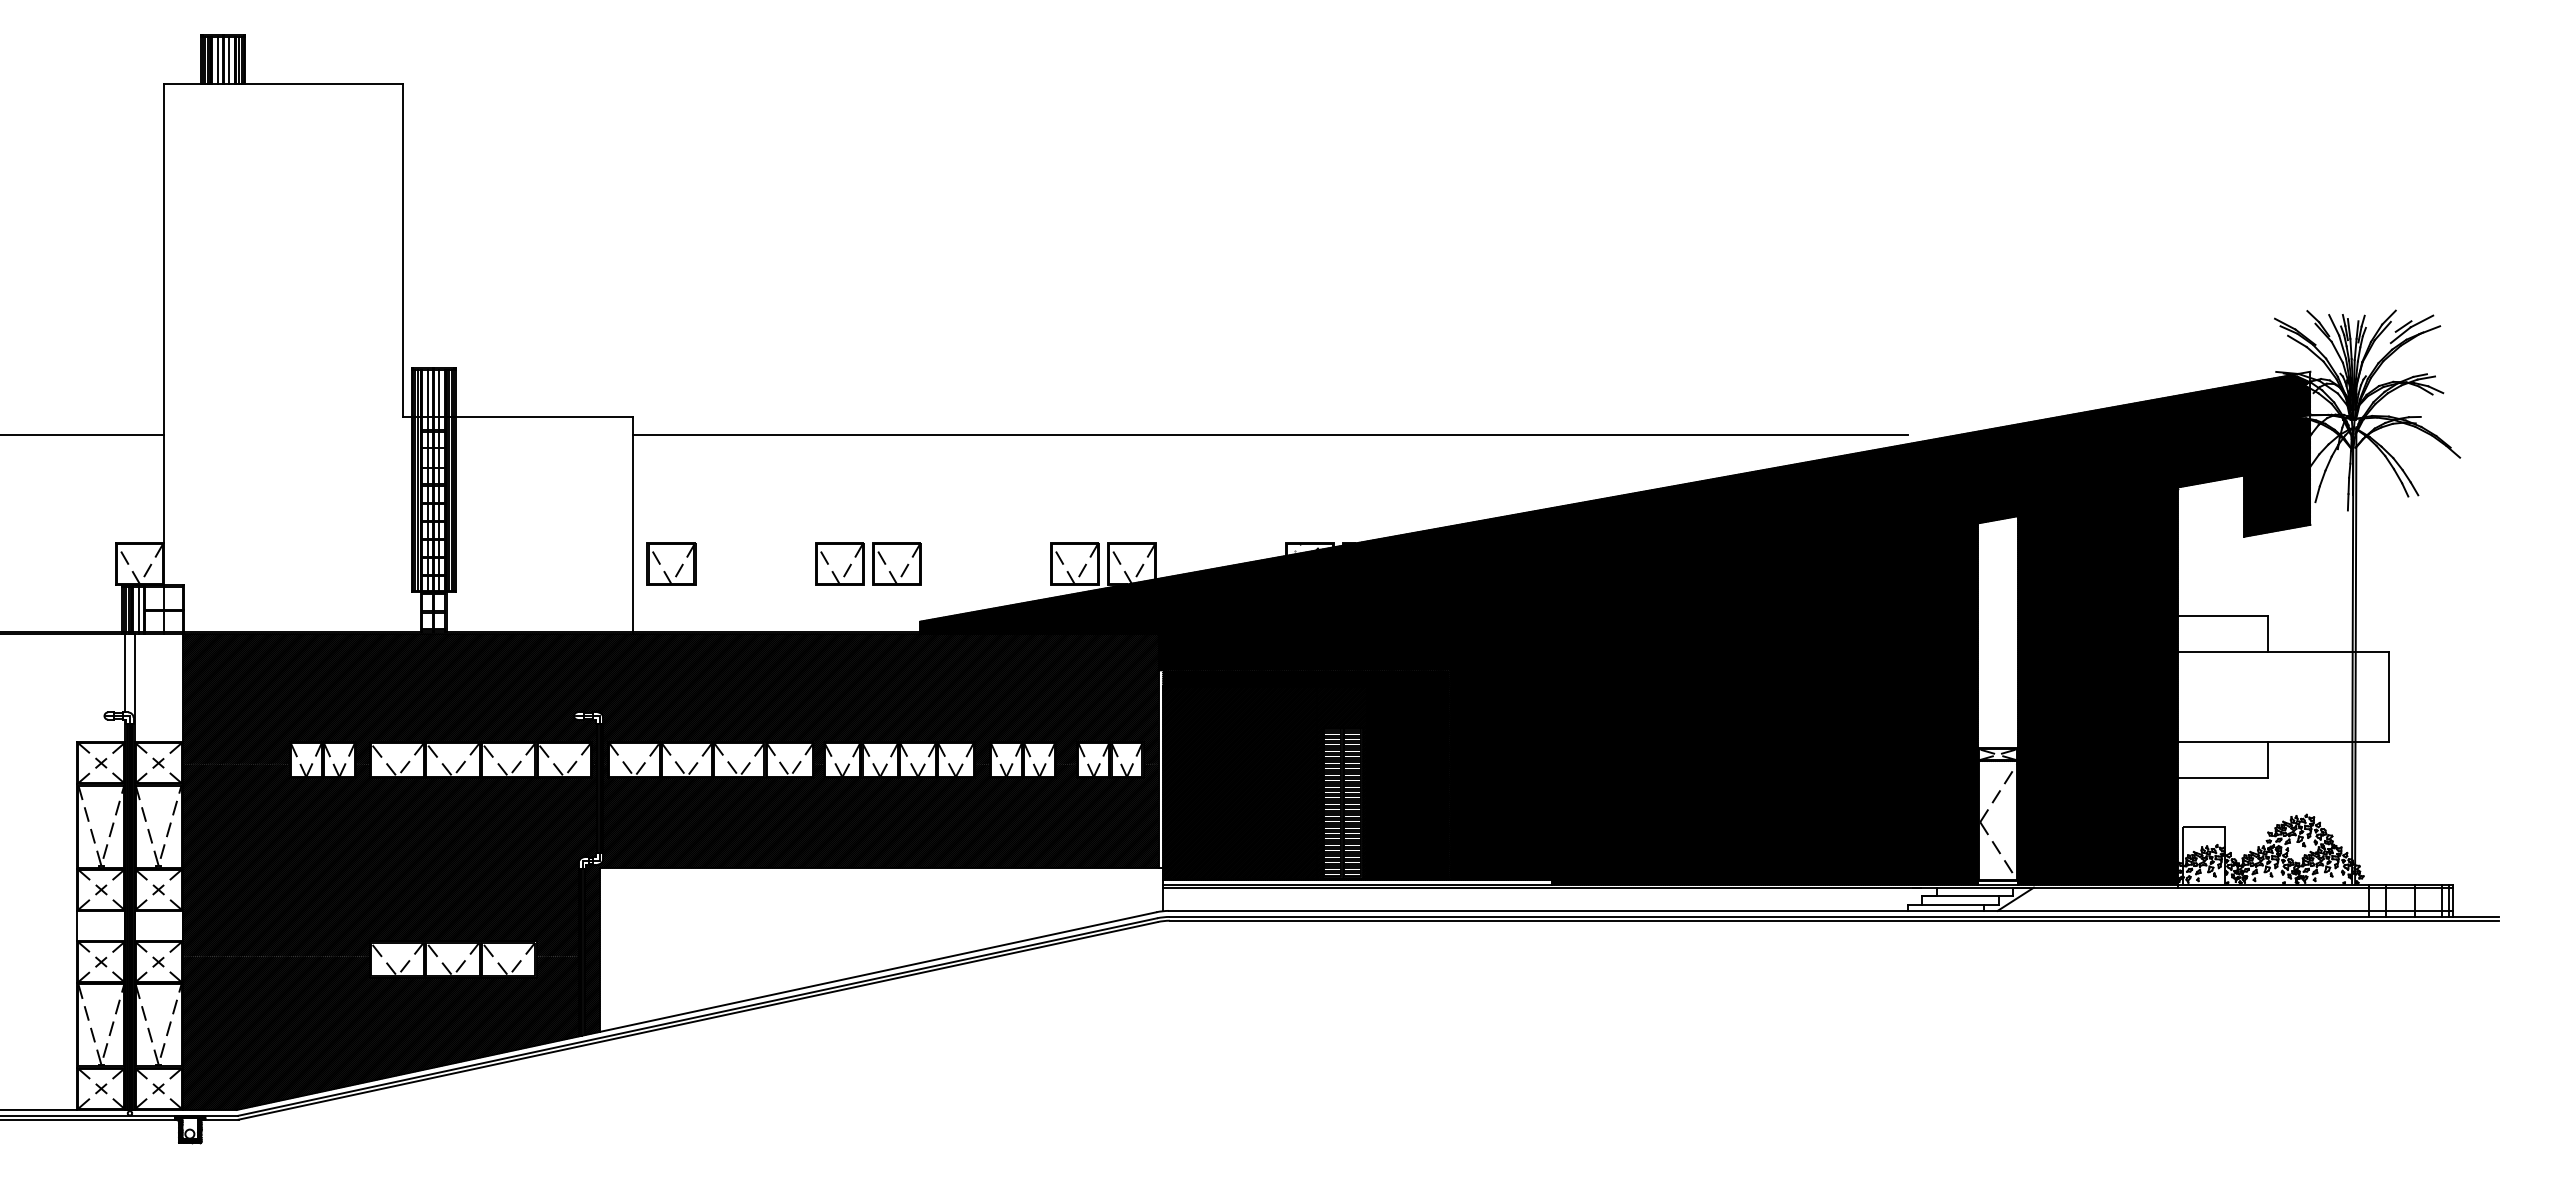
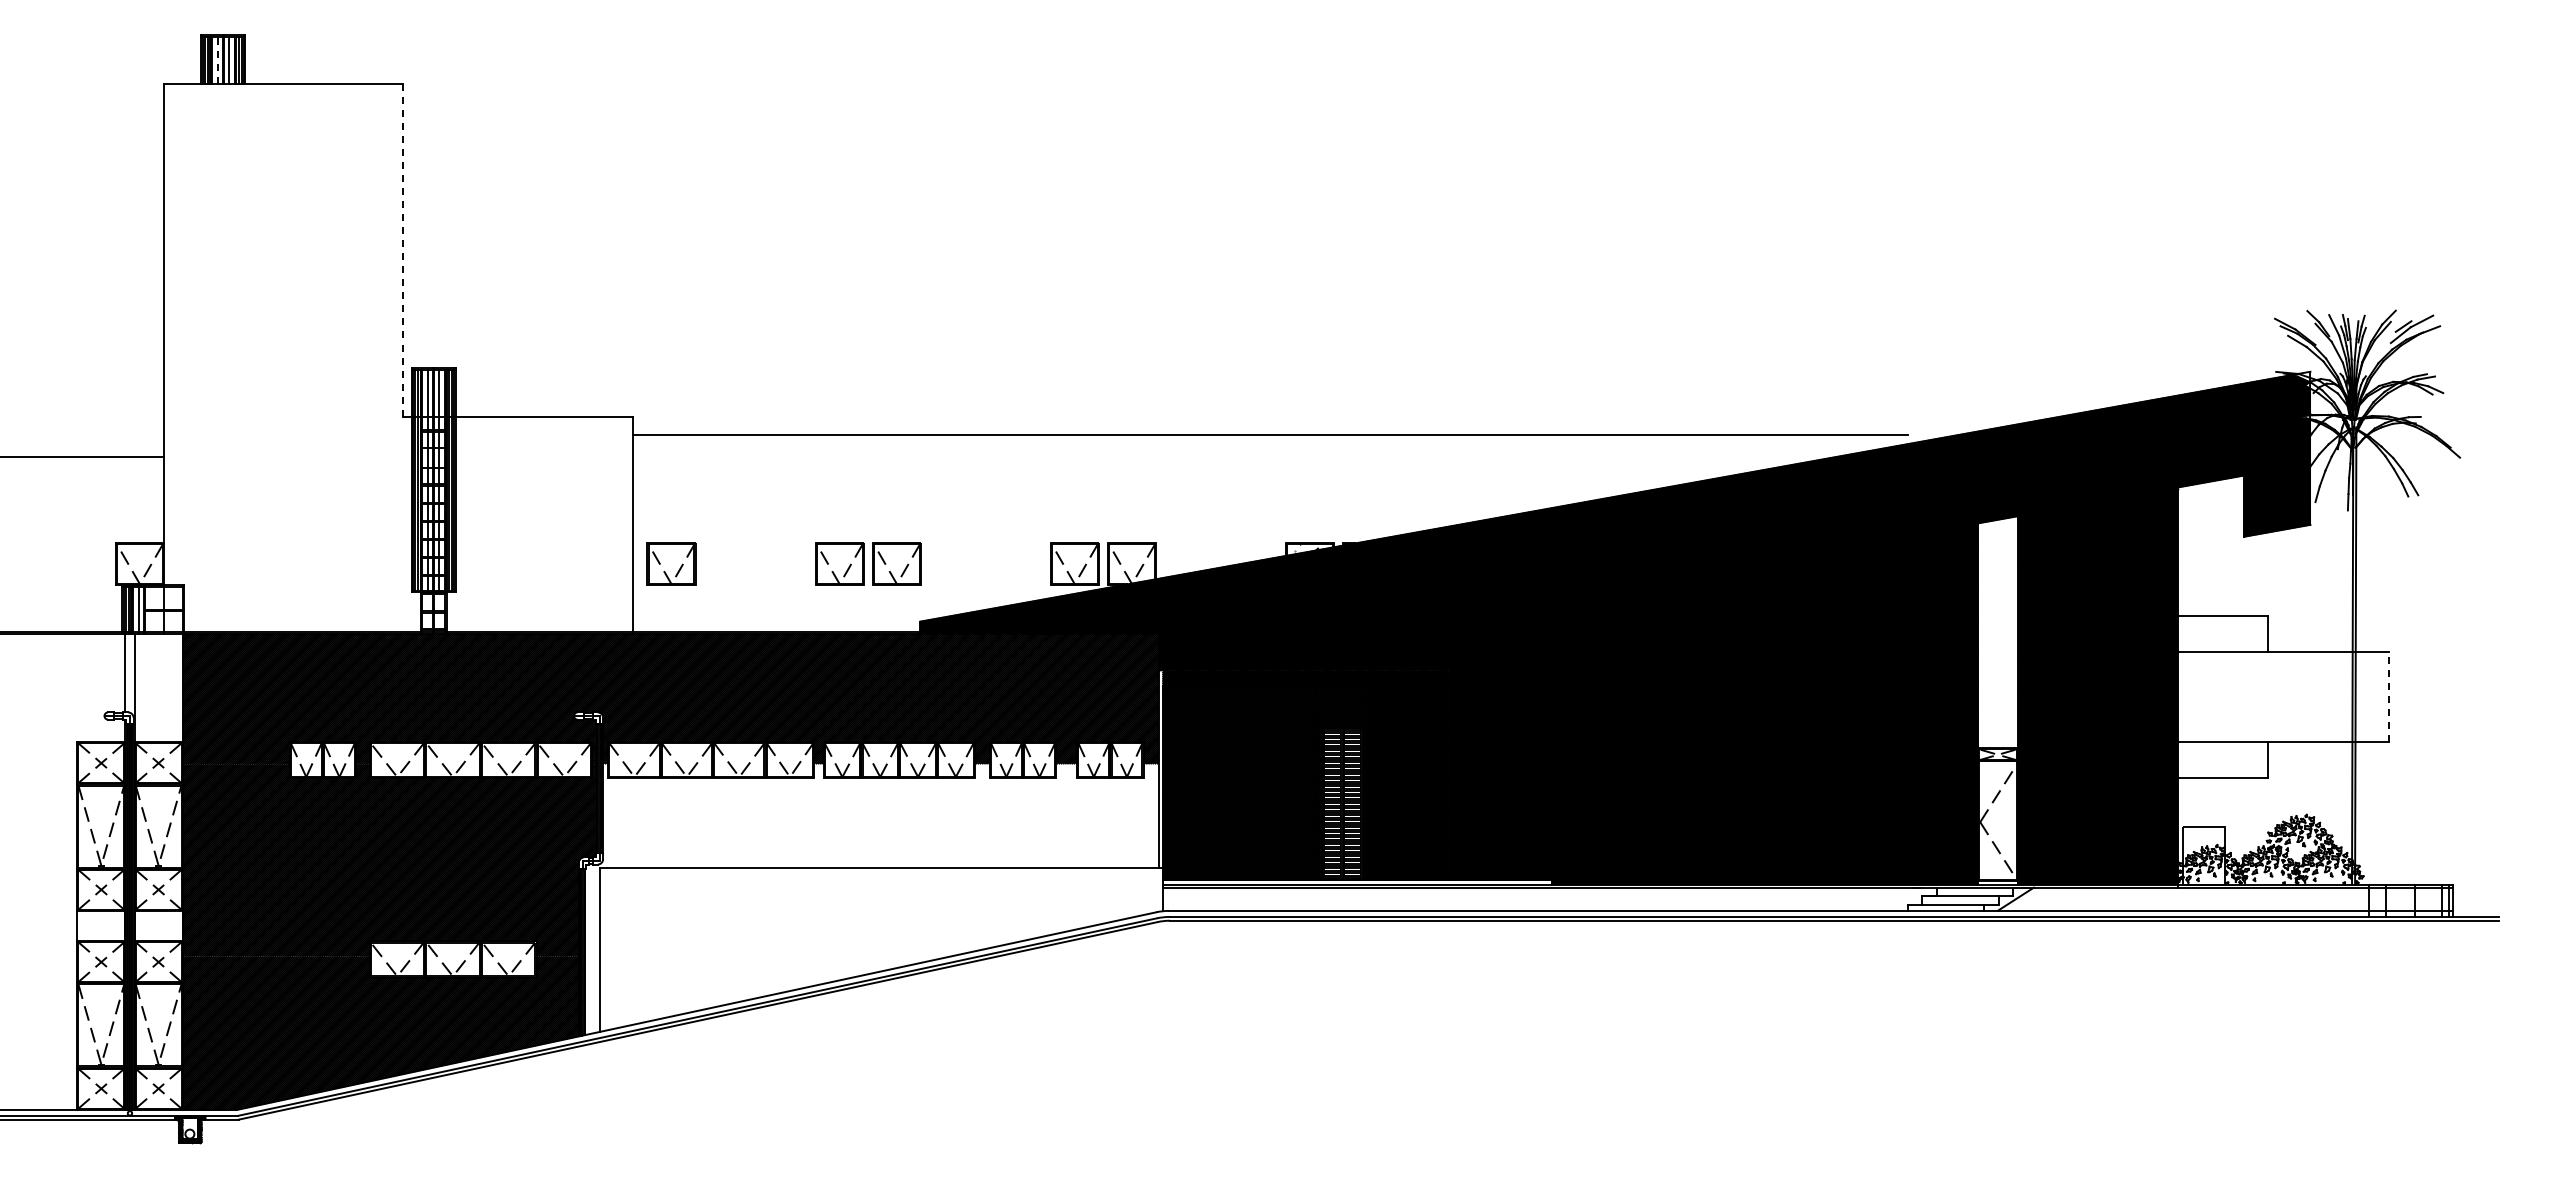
line at (217, 60): solid -> dashed
line at (402, 250): solid -> dashed
line at (83, 434) position: (83, 434) -> (83, 456)
line at (2388, 696): solid -> dashed
hatch at (871, 899): present -> none
